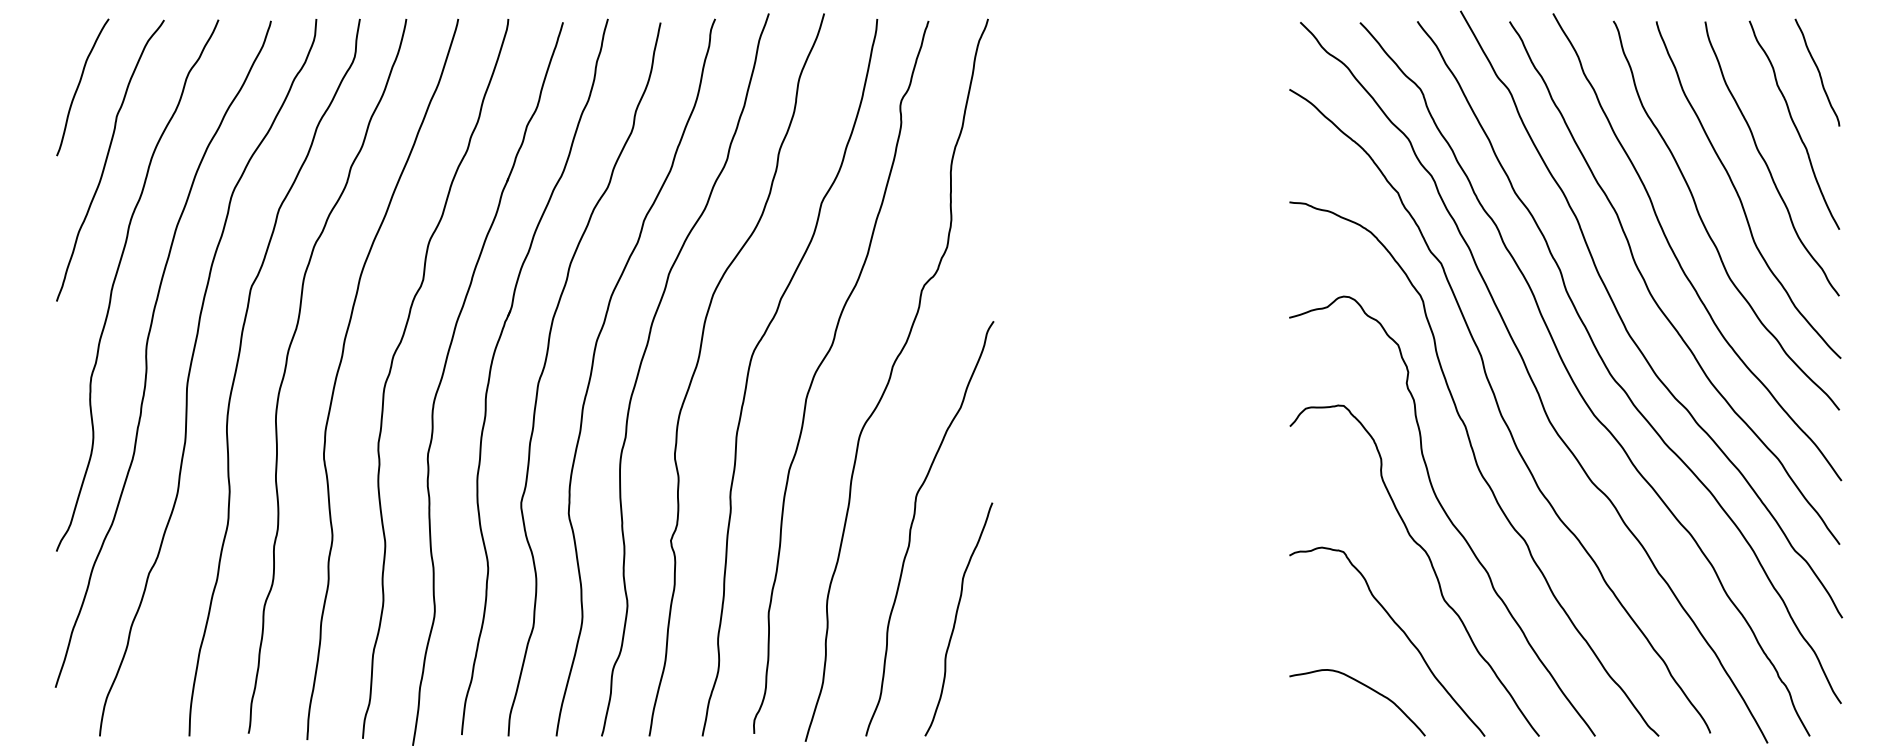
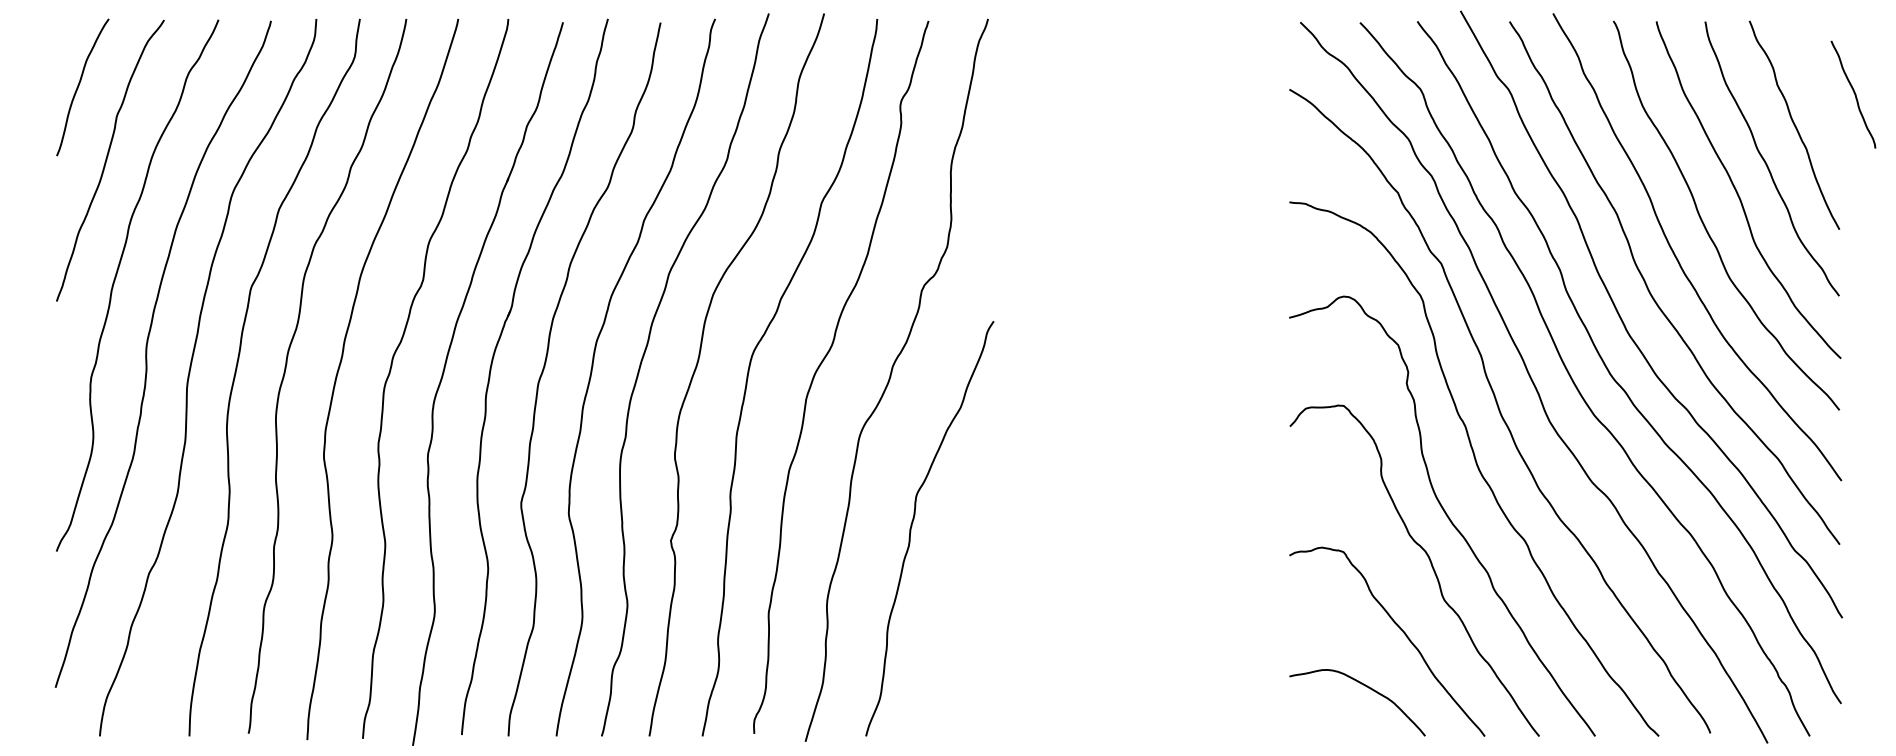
curve at (1818, 72) position: (1818, 72) -> (1854, 94)
curve at (956, 619): present -> none
